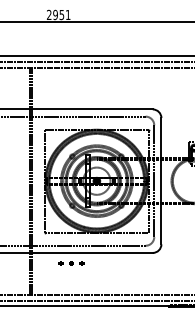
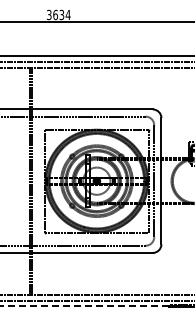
text at (58, 14): 2951 -> 3634
part at (71, 263): present -> none
line at (97, 306): solid -> dashed
